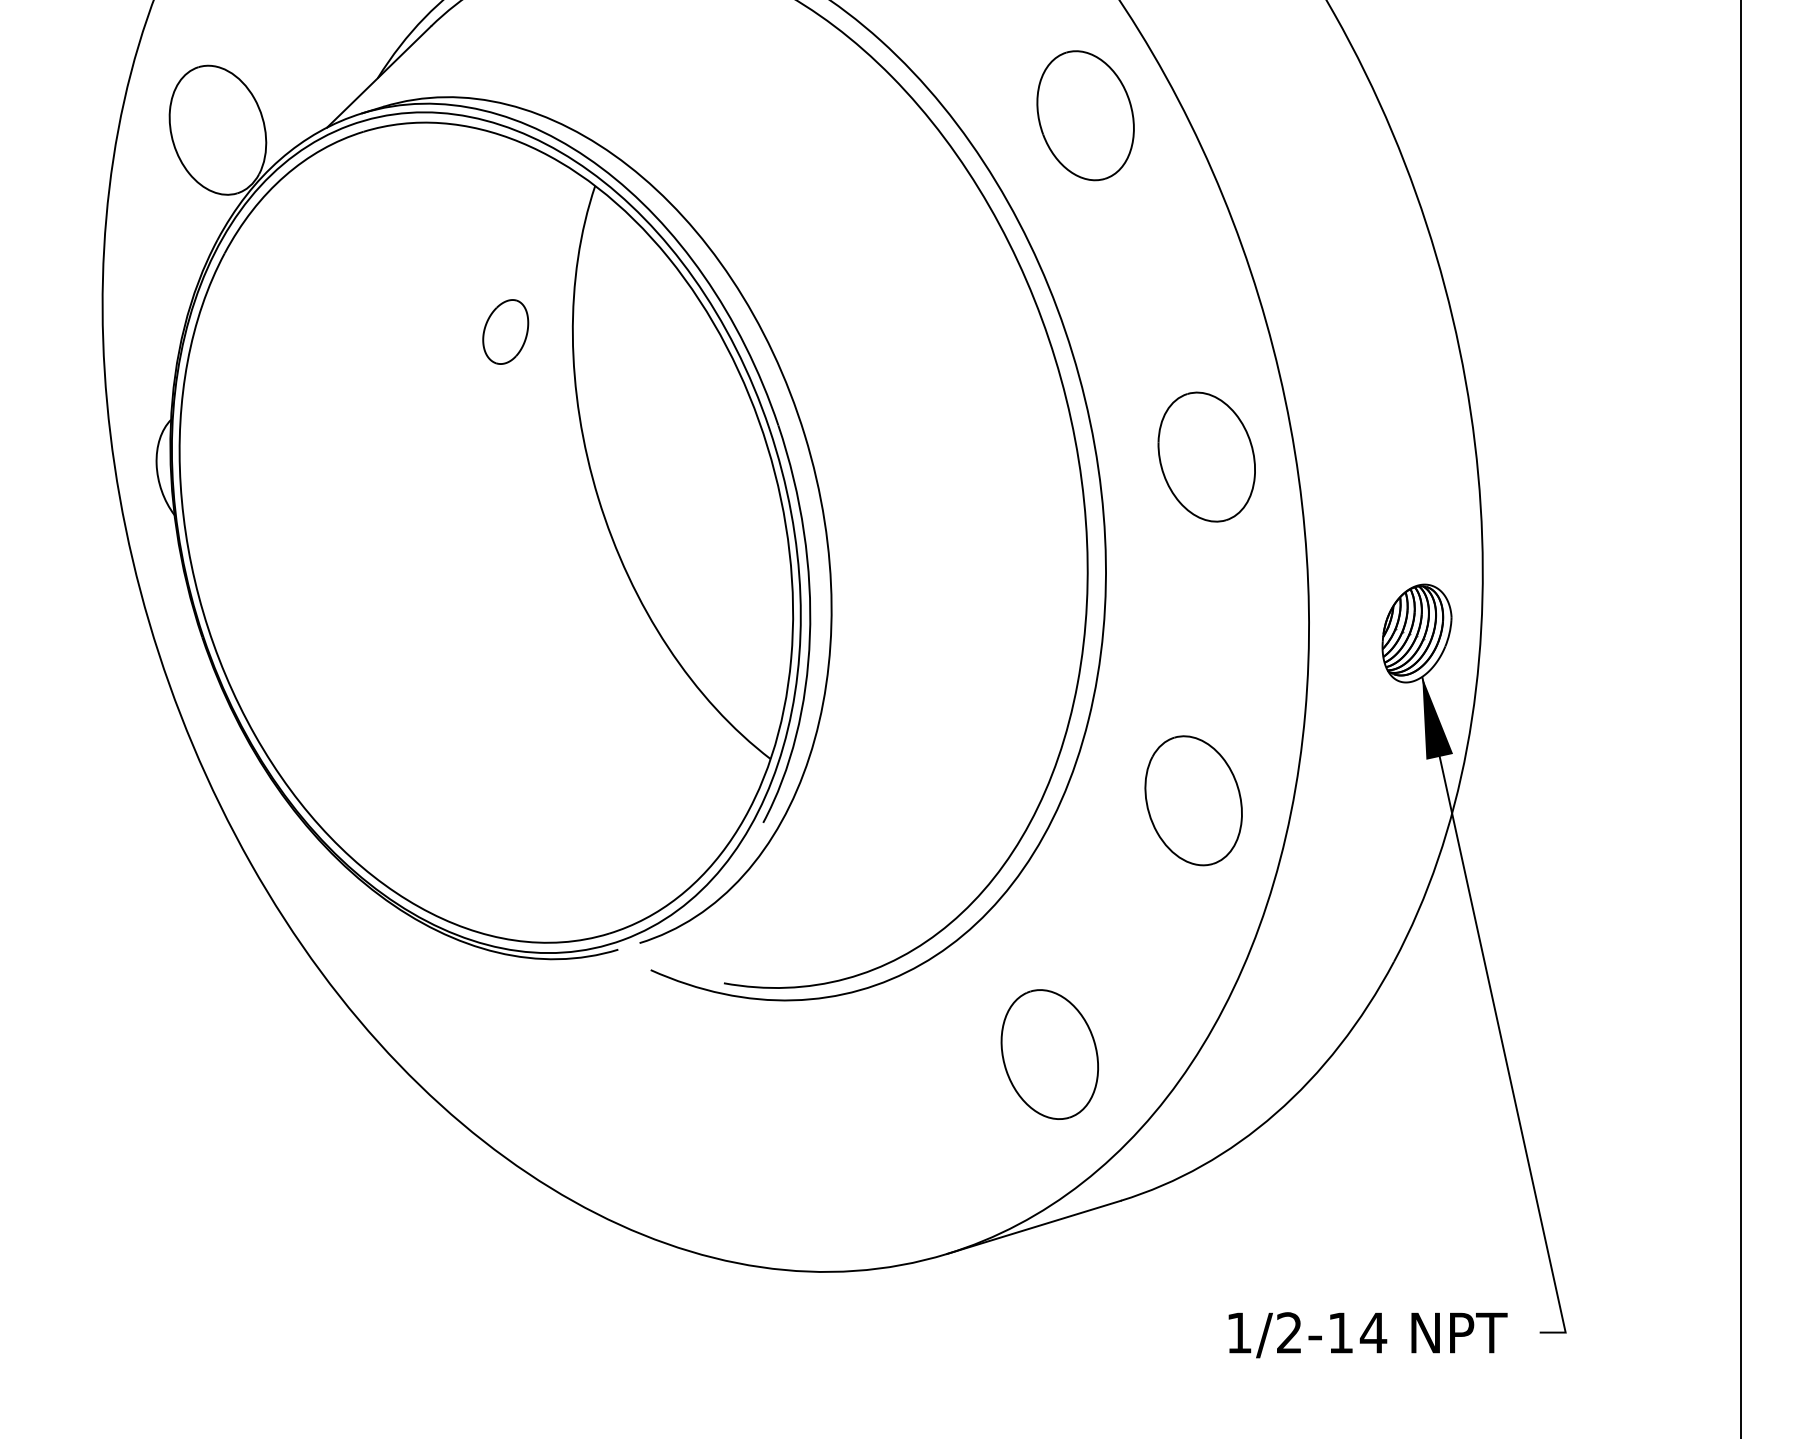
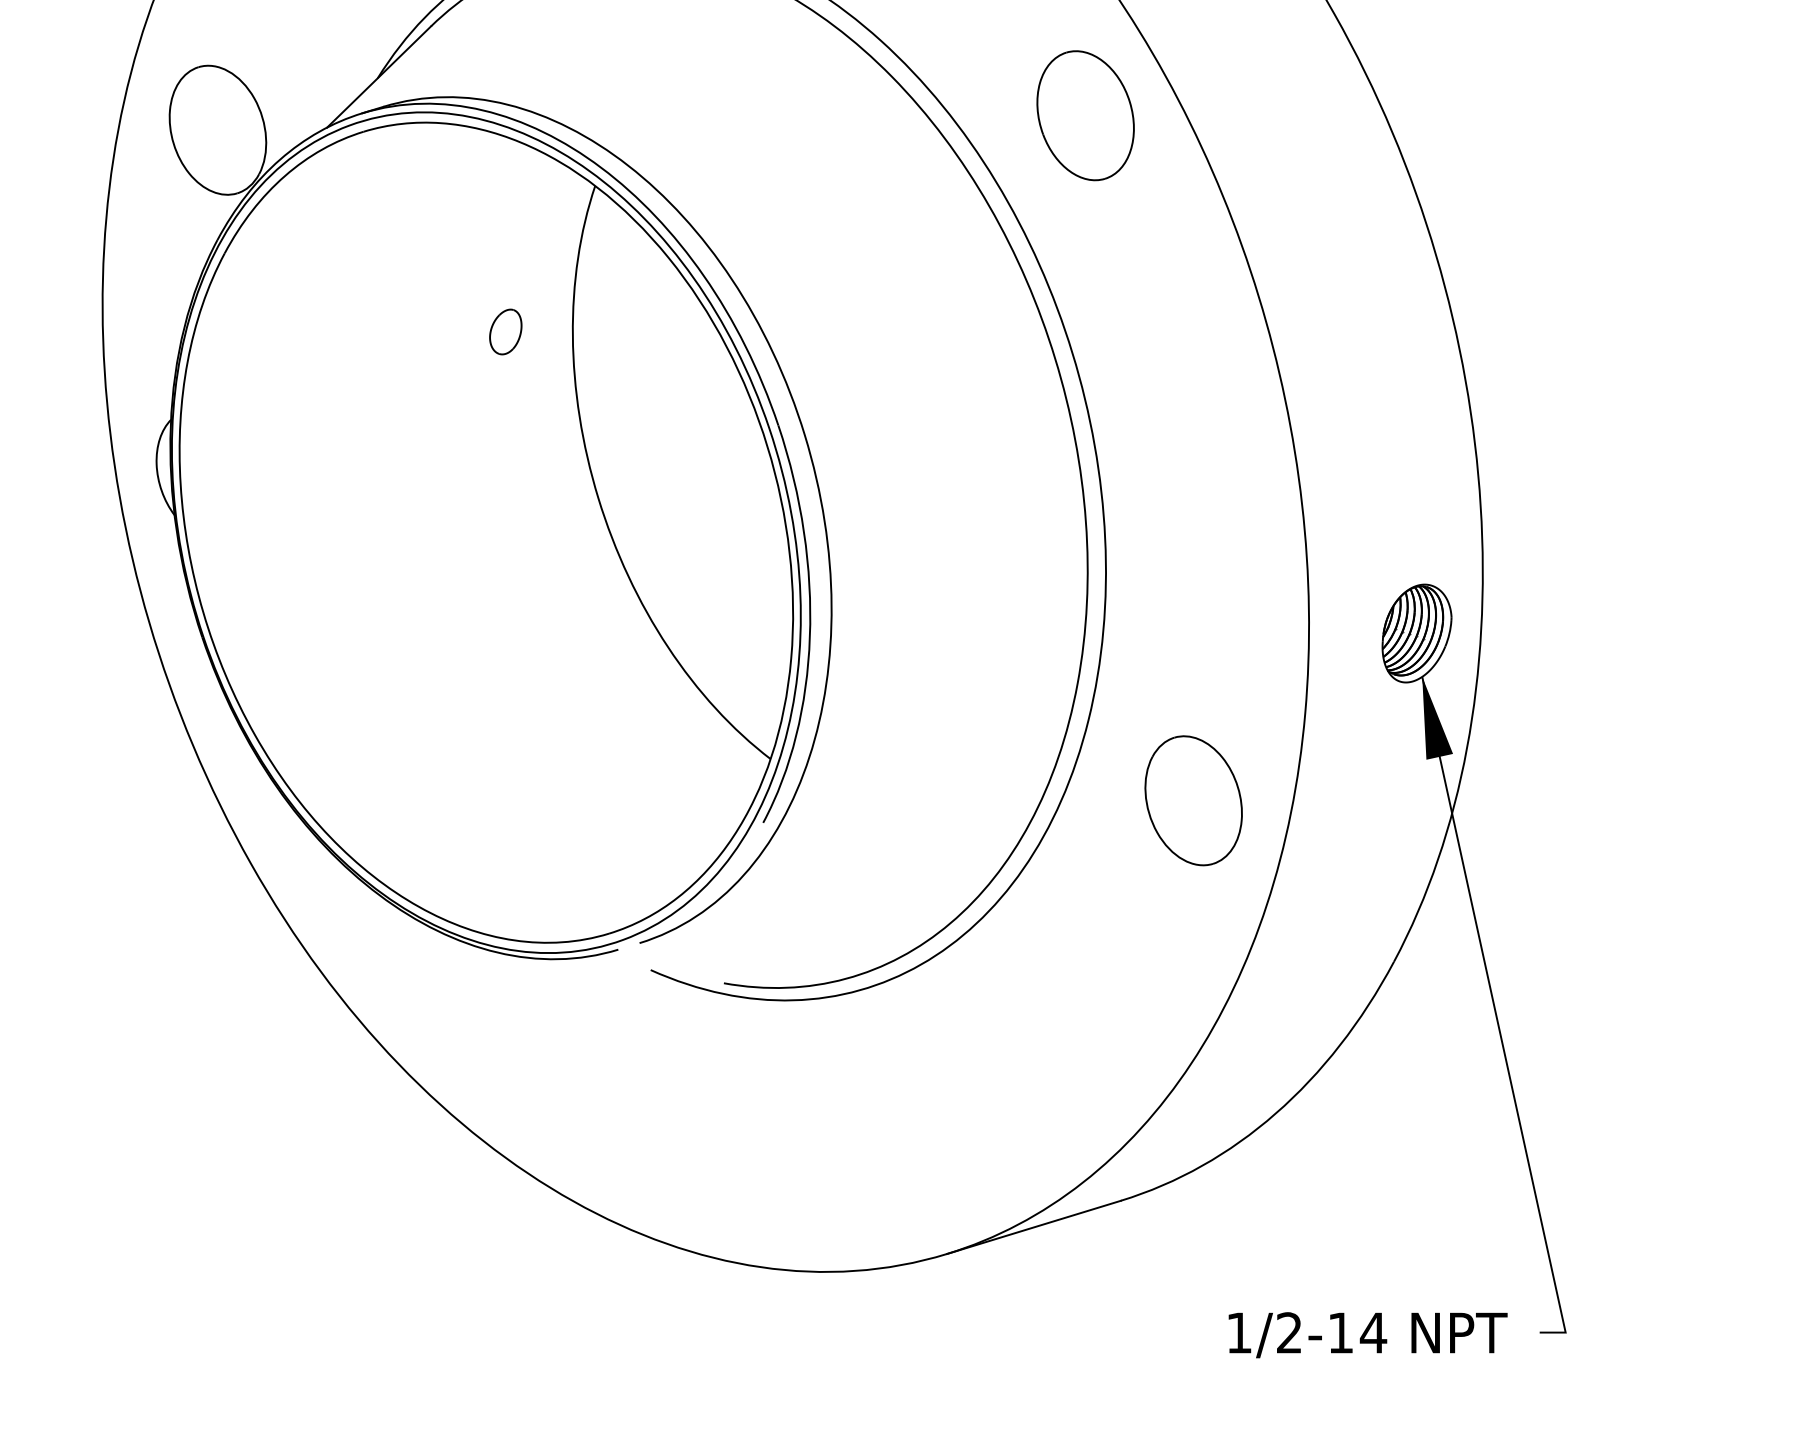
part at (505, 331) size: 48x66 px -> 34x48 px
part at (1206, 456): present -> none
line at (1741, 718): present -> none
part at (1049, 1054): present -> none
